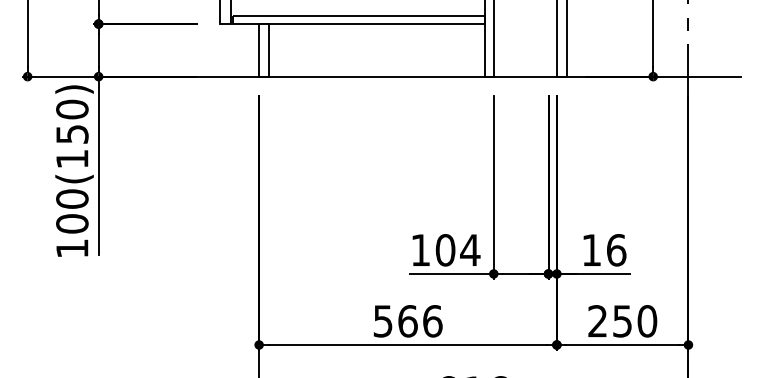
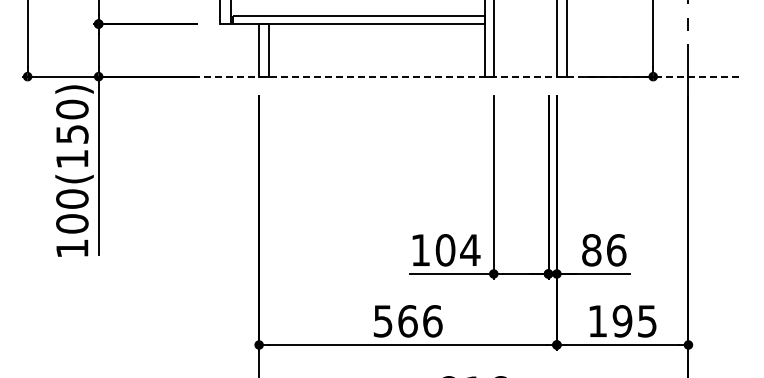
line at (445, 76): solid -> dashed
text at (591, 250): 16 -> 86
text at (622, 321): 250 -> 195
